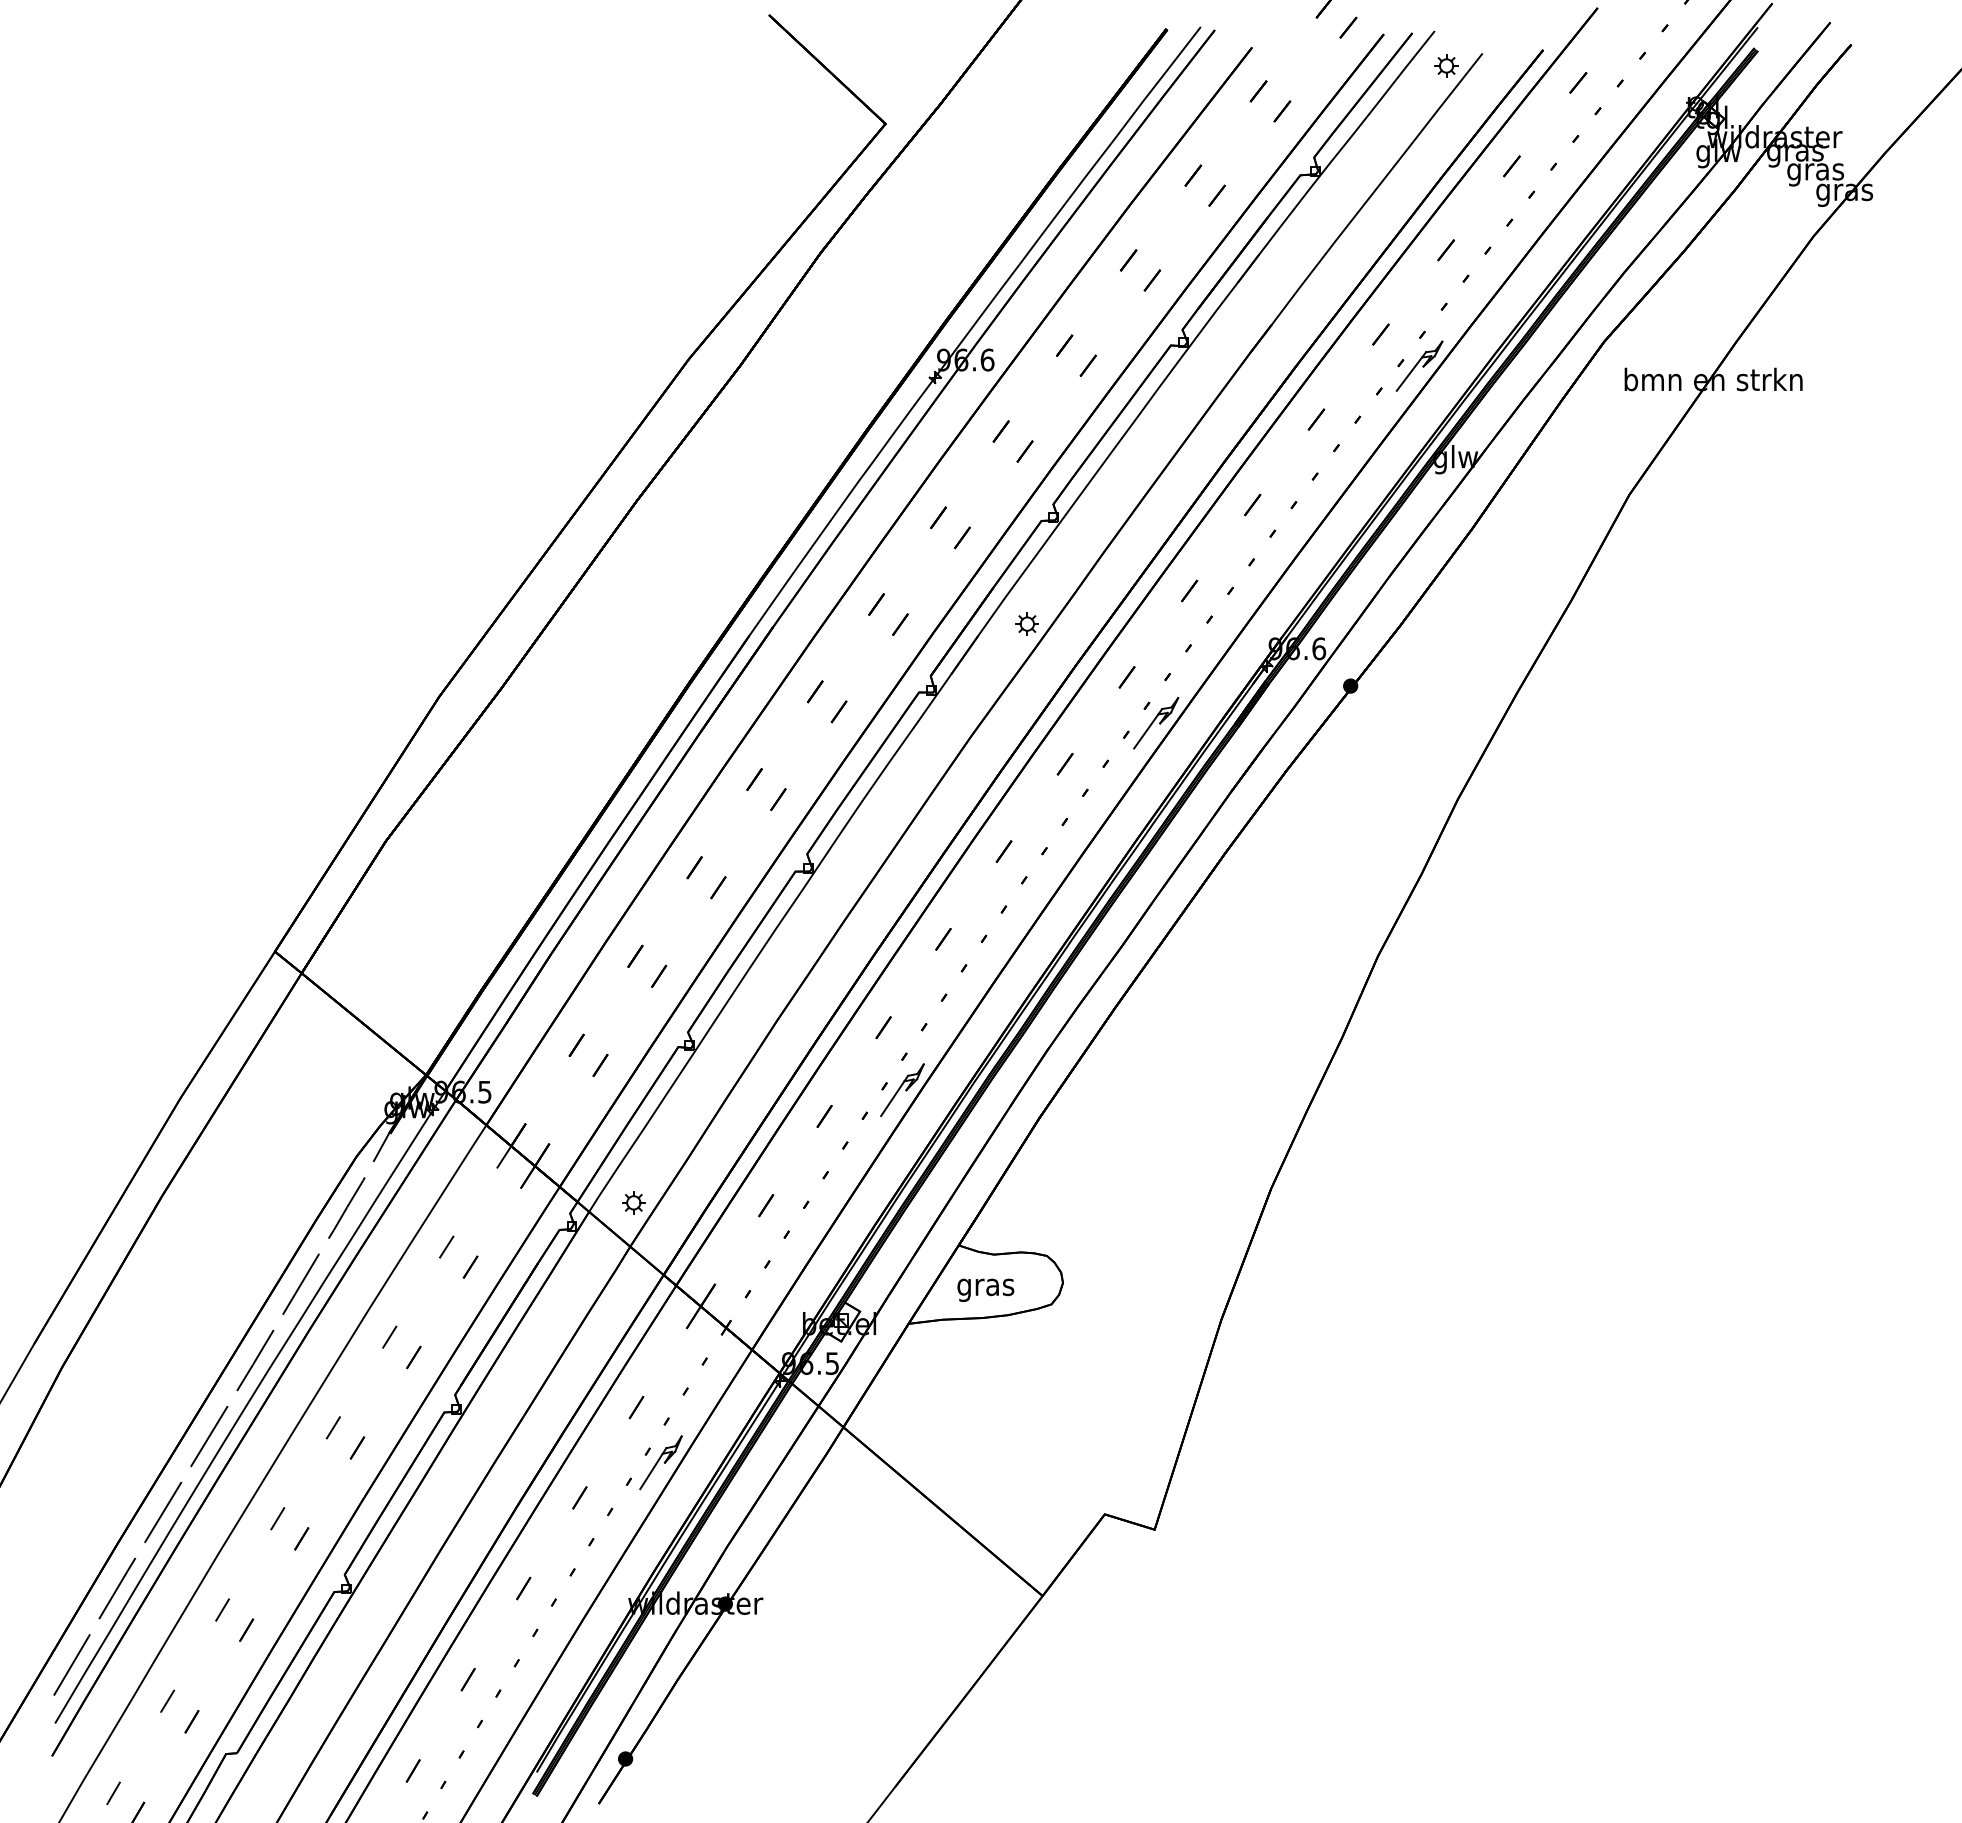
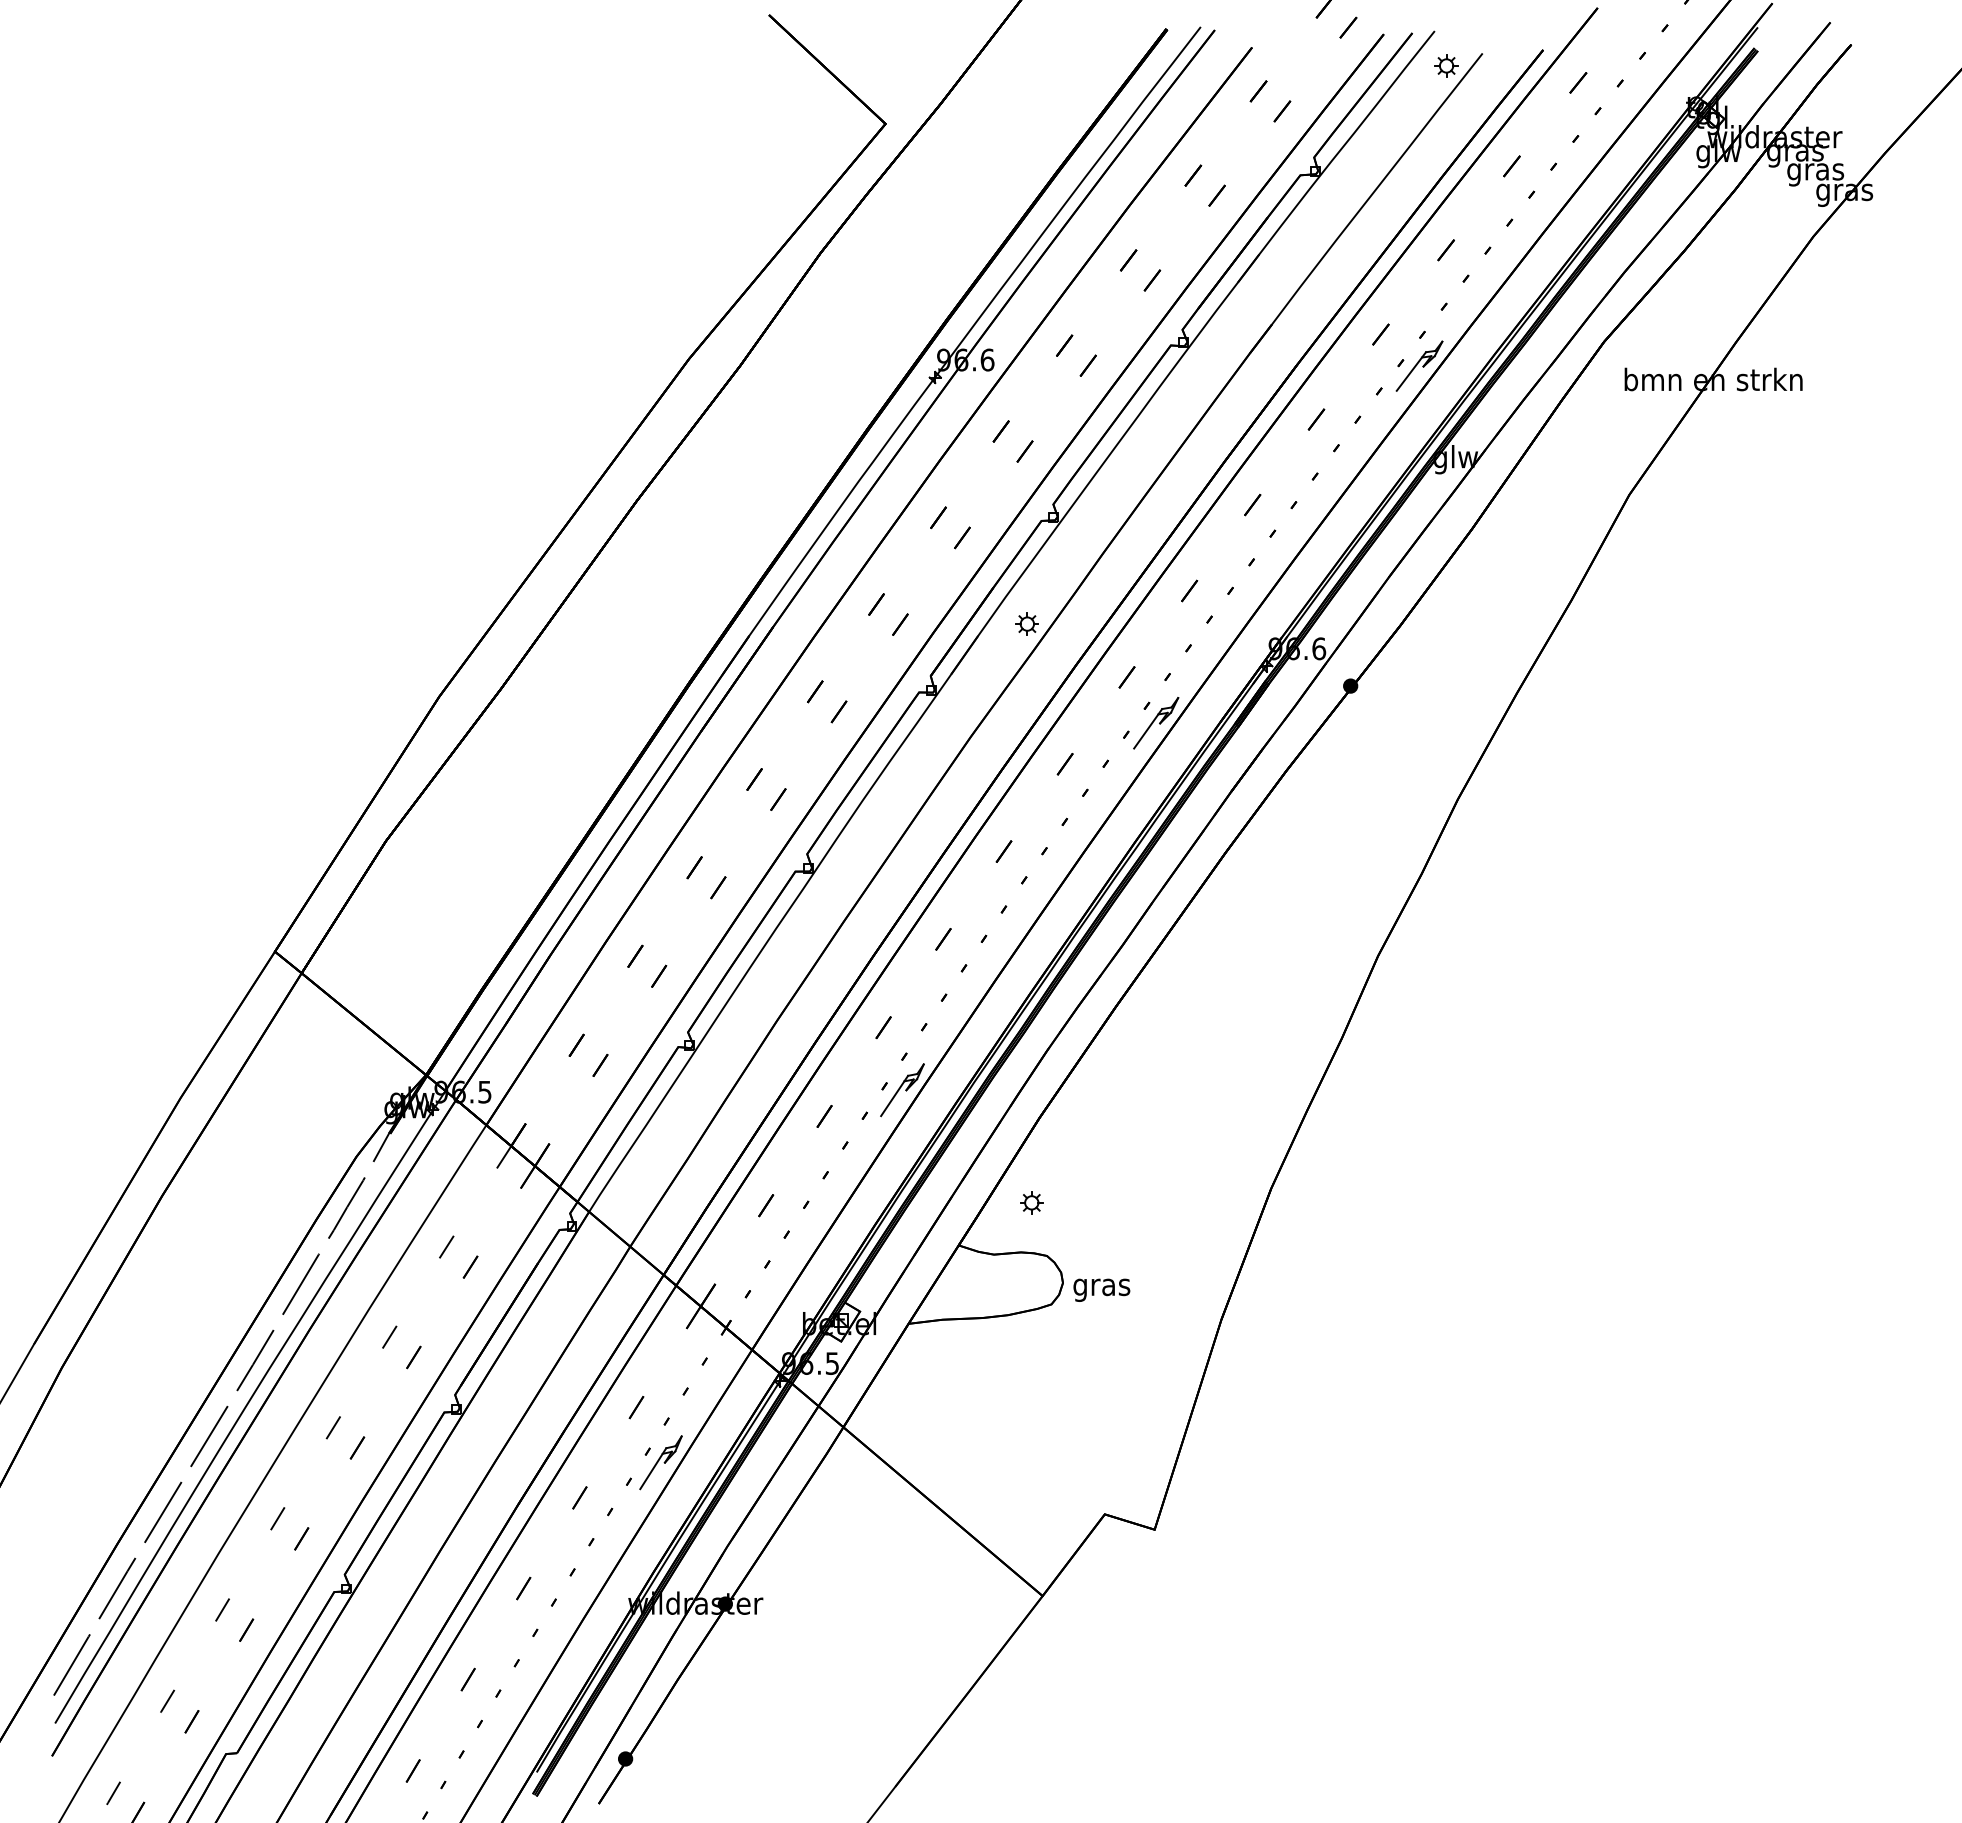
part at (633, 1202) position: (633, 1202) -> (1031, 1202)
text at (985, 1289) position: (985, 1289) -> (1101, 1289)
